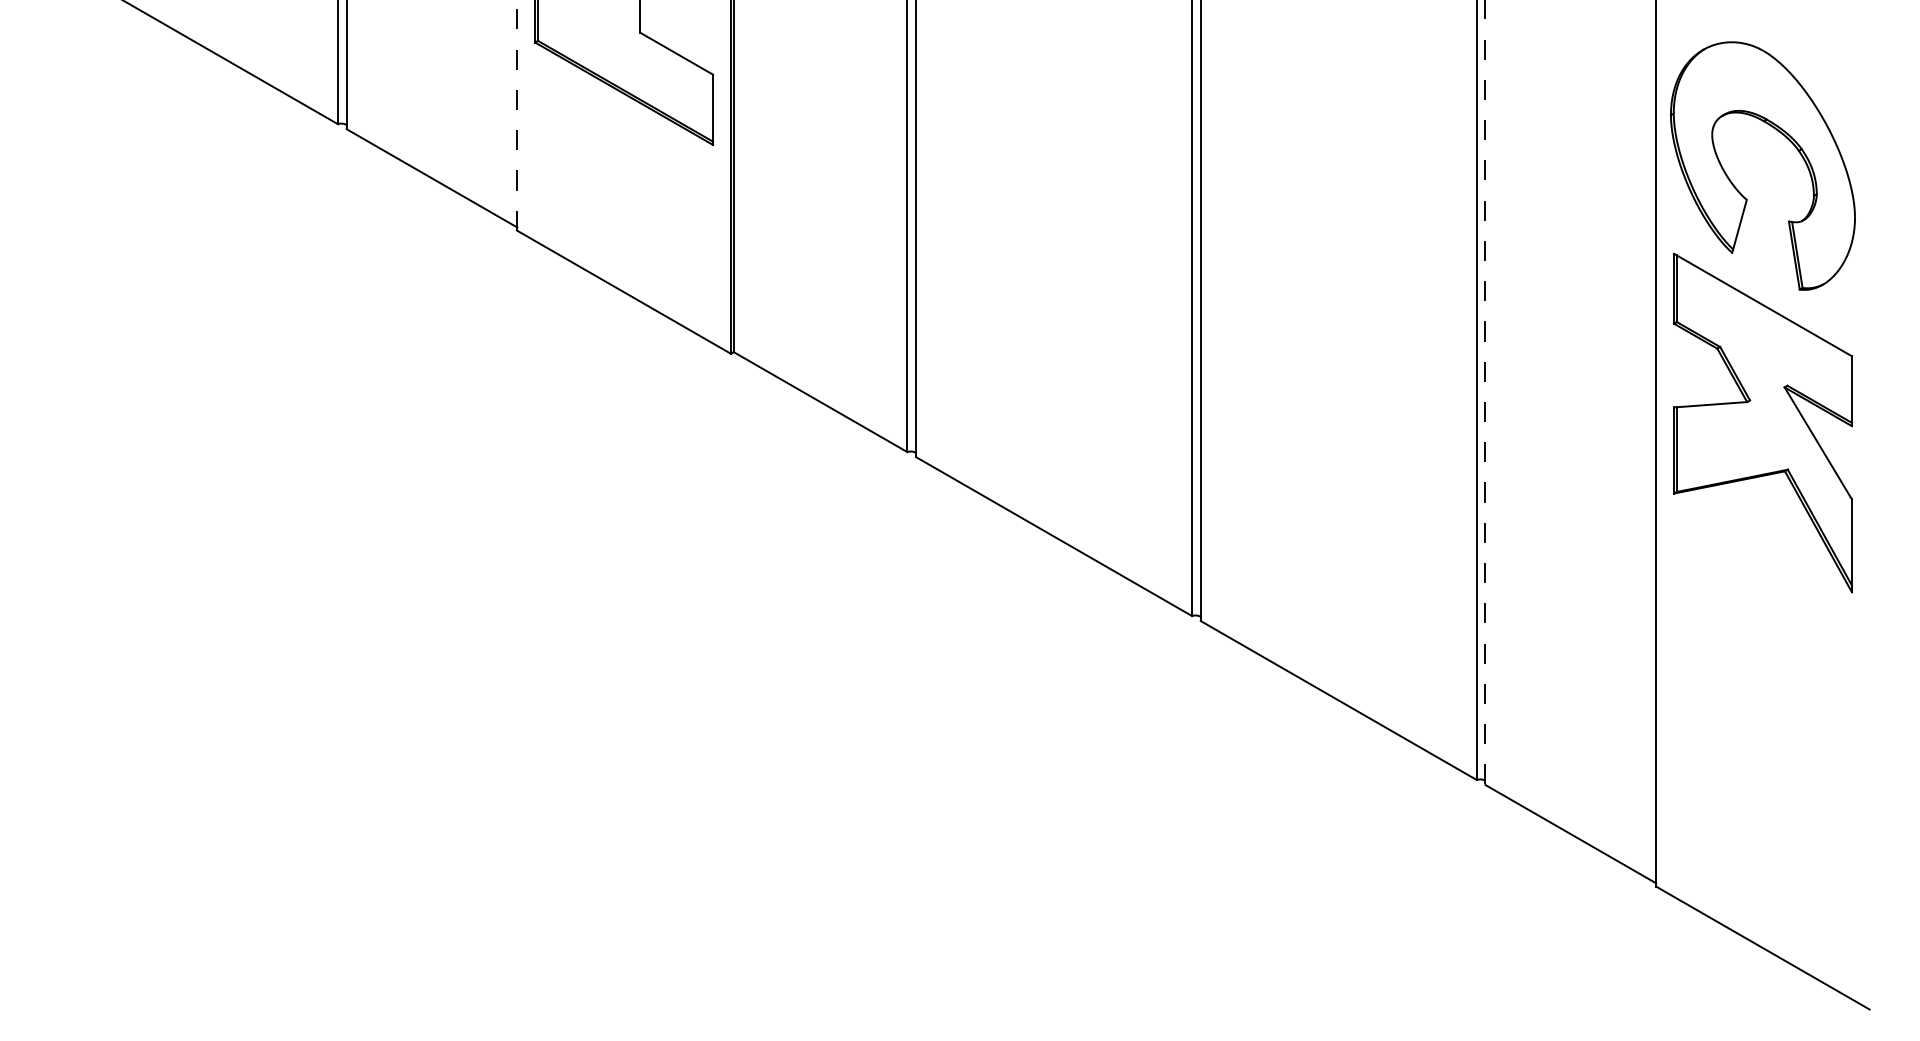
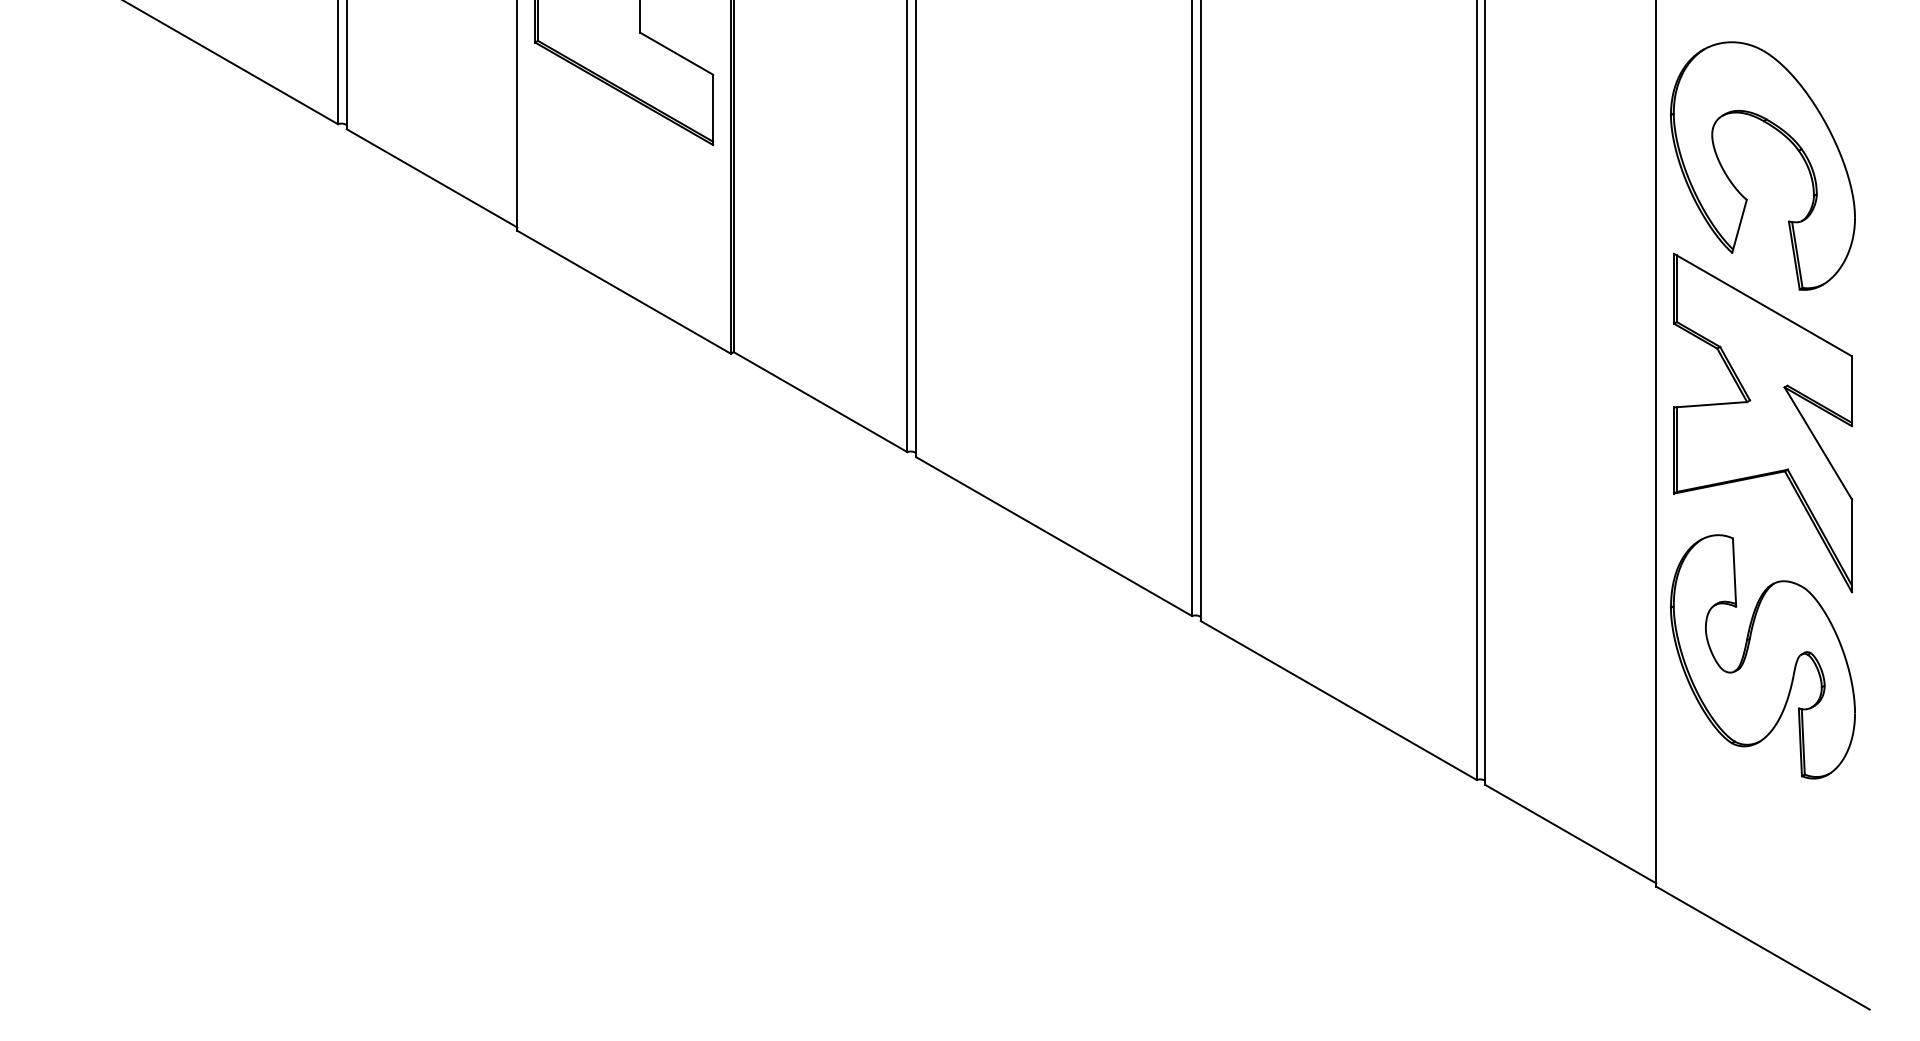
line at (517, 115): dashed -> solid
line at (1485, 393): dashed -> solid
part at (1762, 656): none -> present
